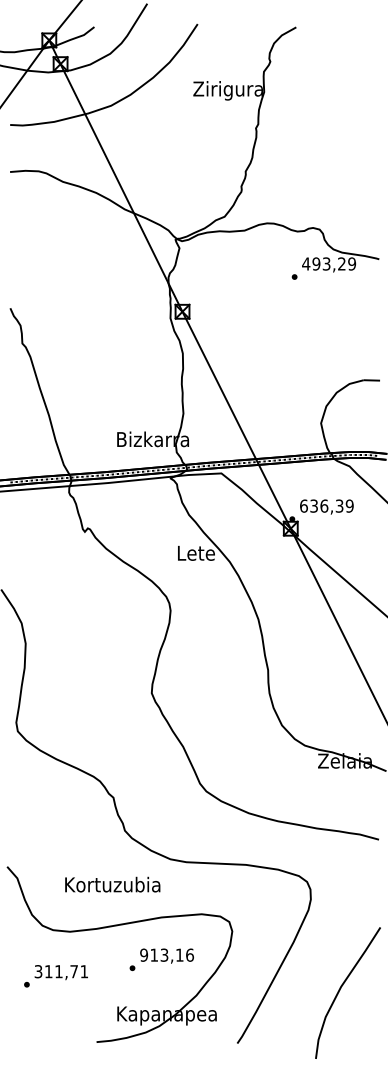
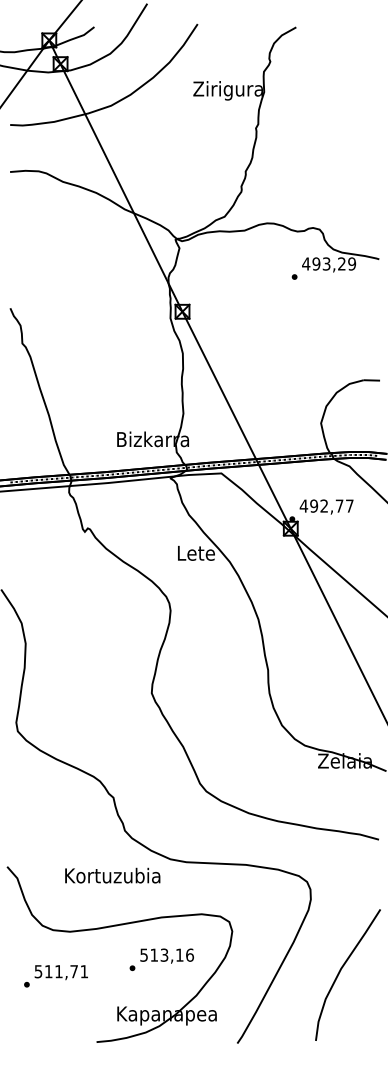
text at (326, 505): 636,39 -> 492,77
text at (112, 884) position: (112, 884) -> (112, 875)
text at (144, 954): 913,16 -> 513,16
text at (38, 971): 311,71 -> 511,71
curve at (341, 988) position: (341, 988) -> (341, 970)
